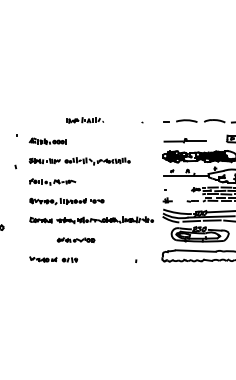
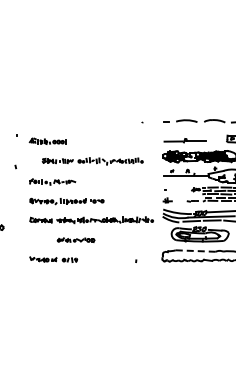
part at (84, 120): present -> none
part at (79, 161) position: (79, 161) -> (92, 161)
line at (196, 251): solid -> dashed
